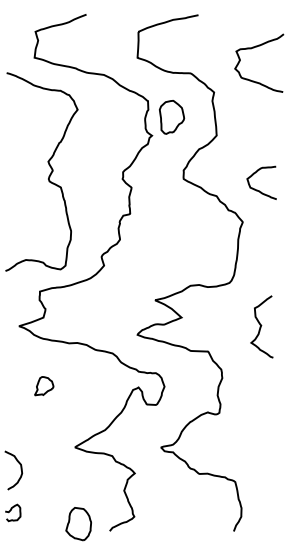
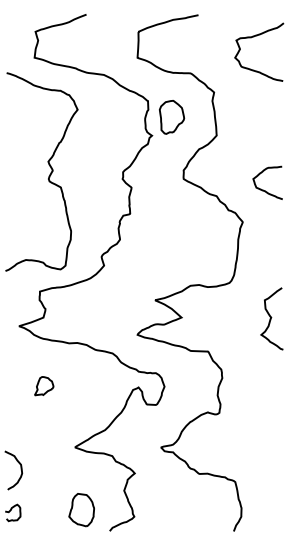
curve at (254, 48) position: (254, 48) -> (254, 37)
curve at (257, 189) position: (257, 189) -> (263, 189)
curve at (261, 326) position: (261, 326) -> (271, 318)
part at (78, 524) position: (78, 524) -> (81, 510)
